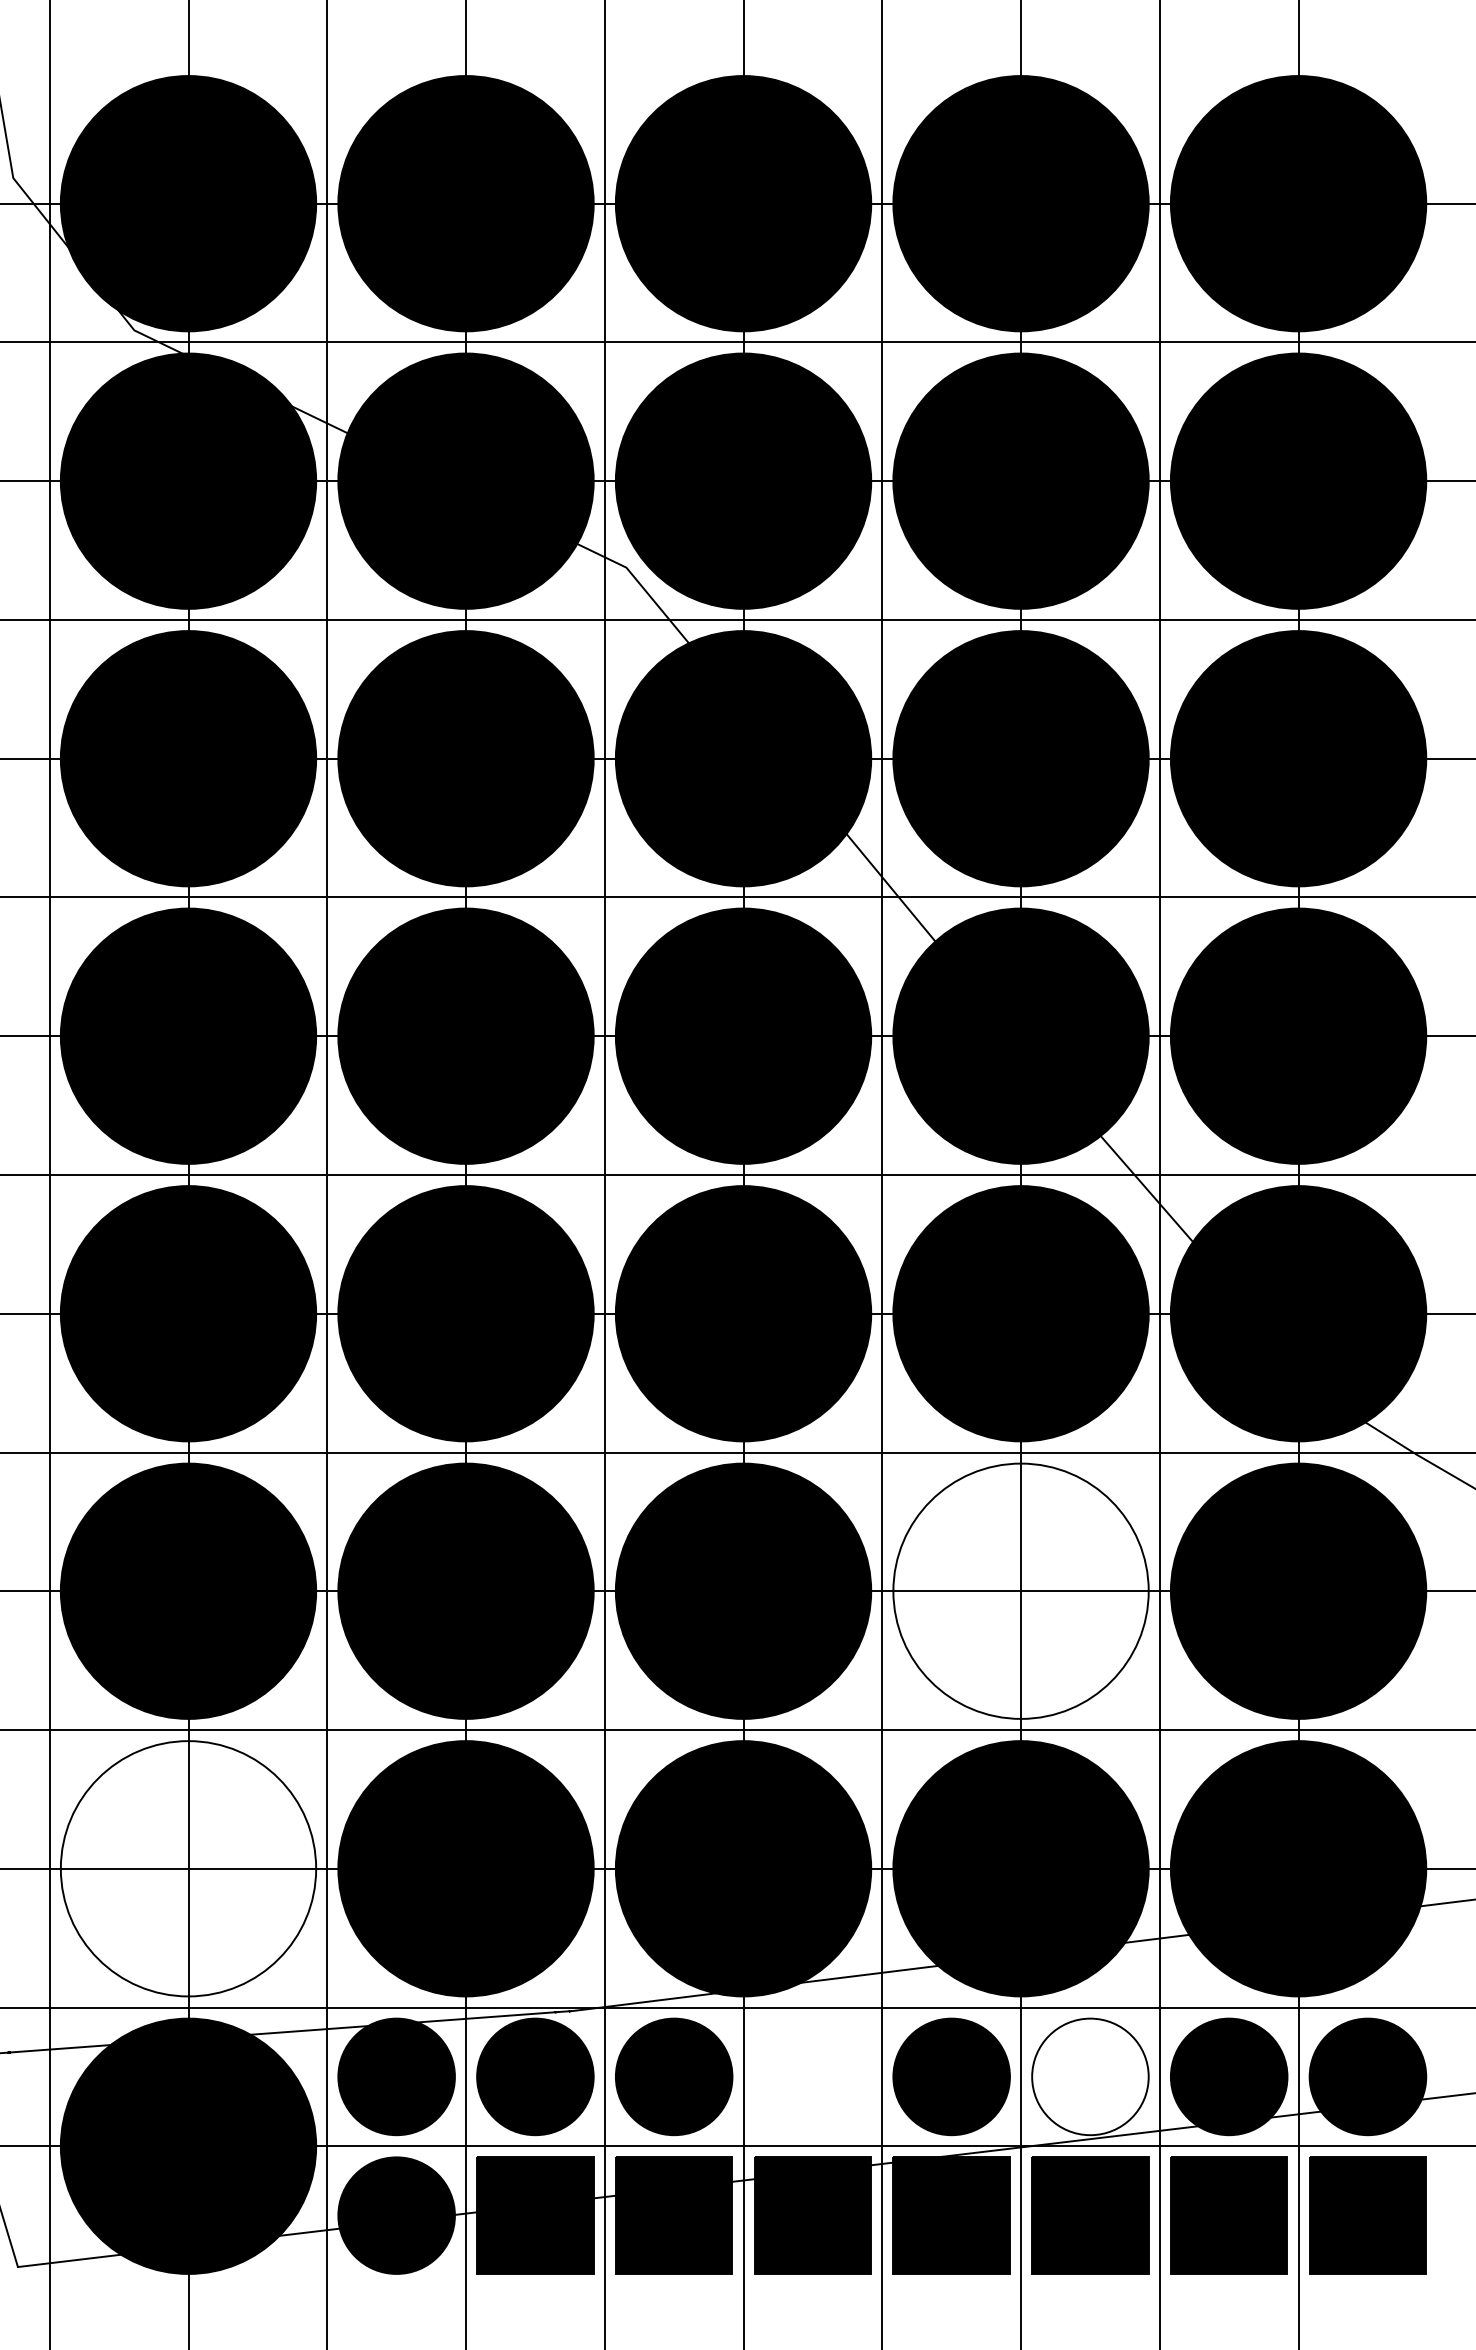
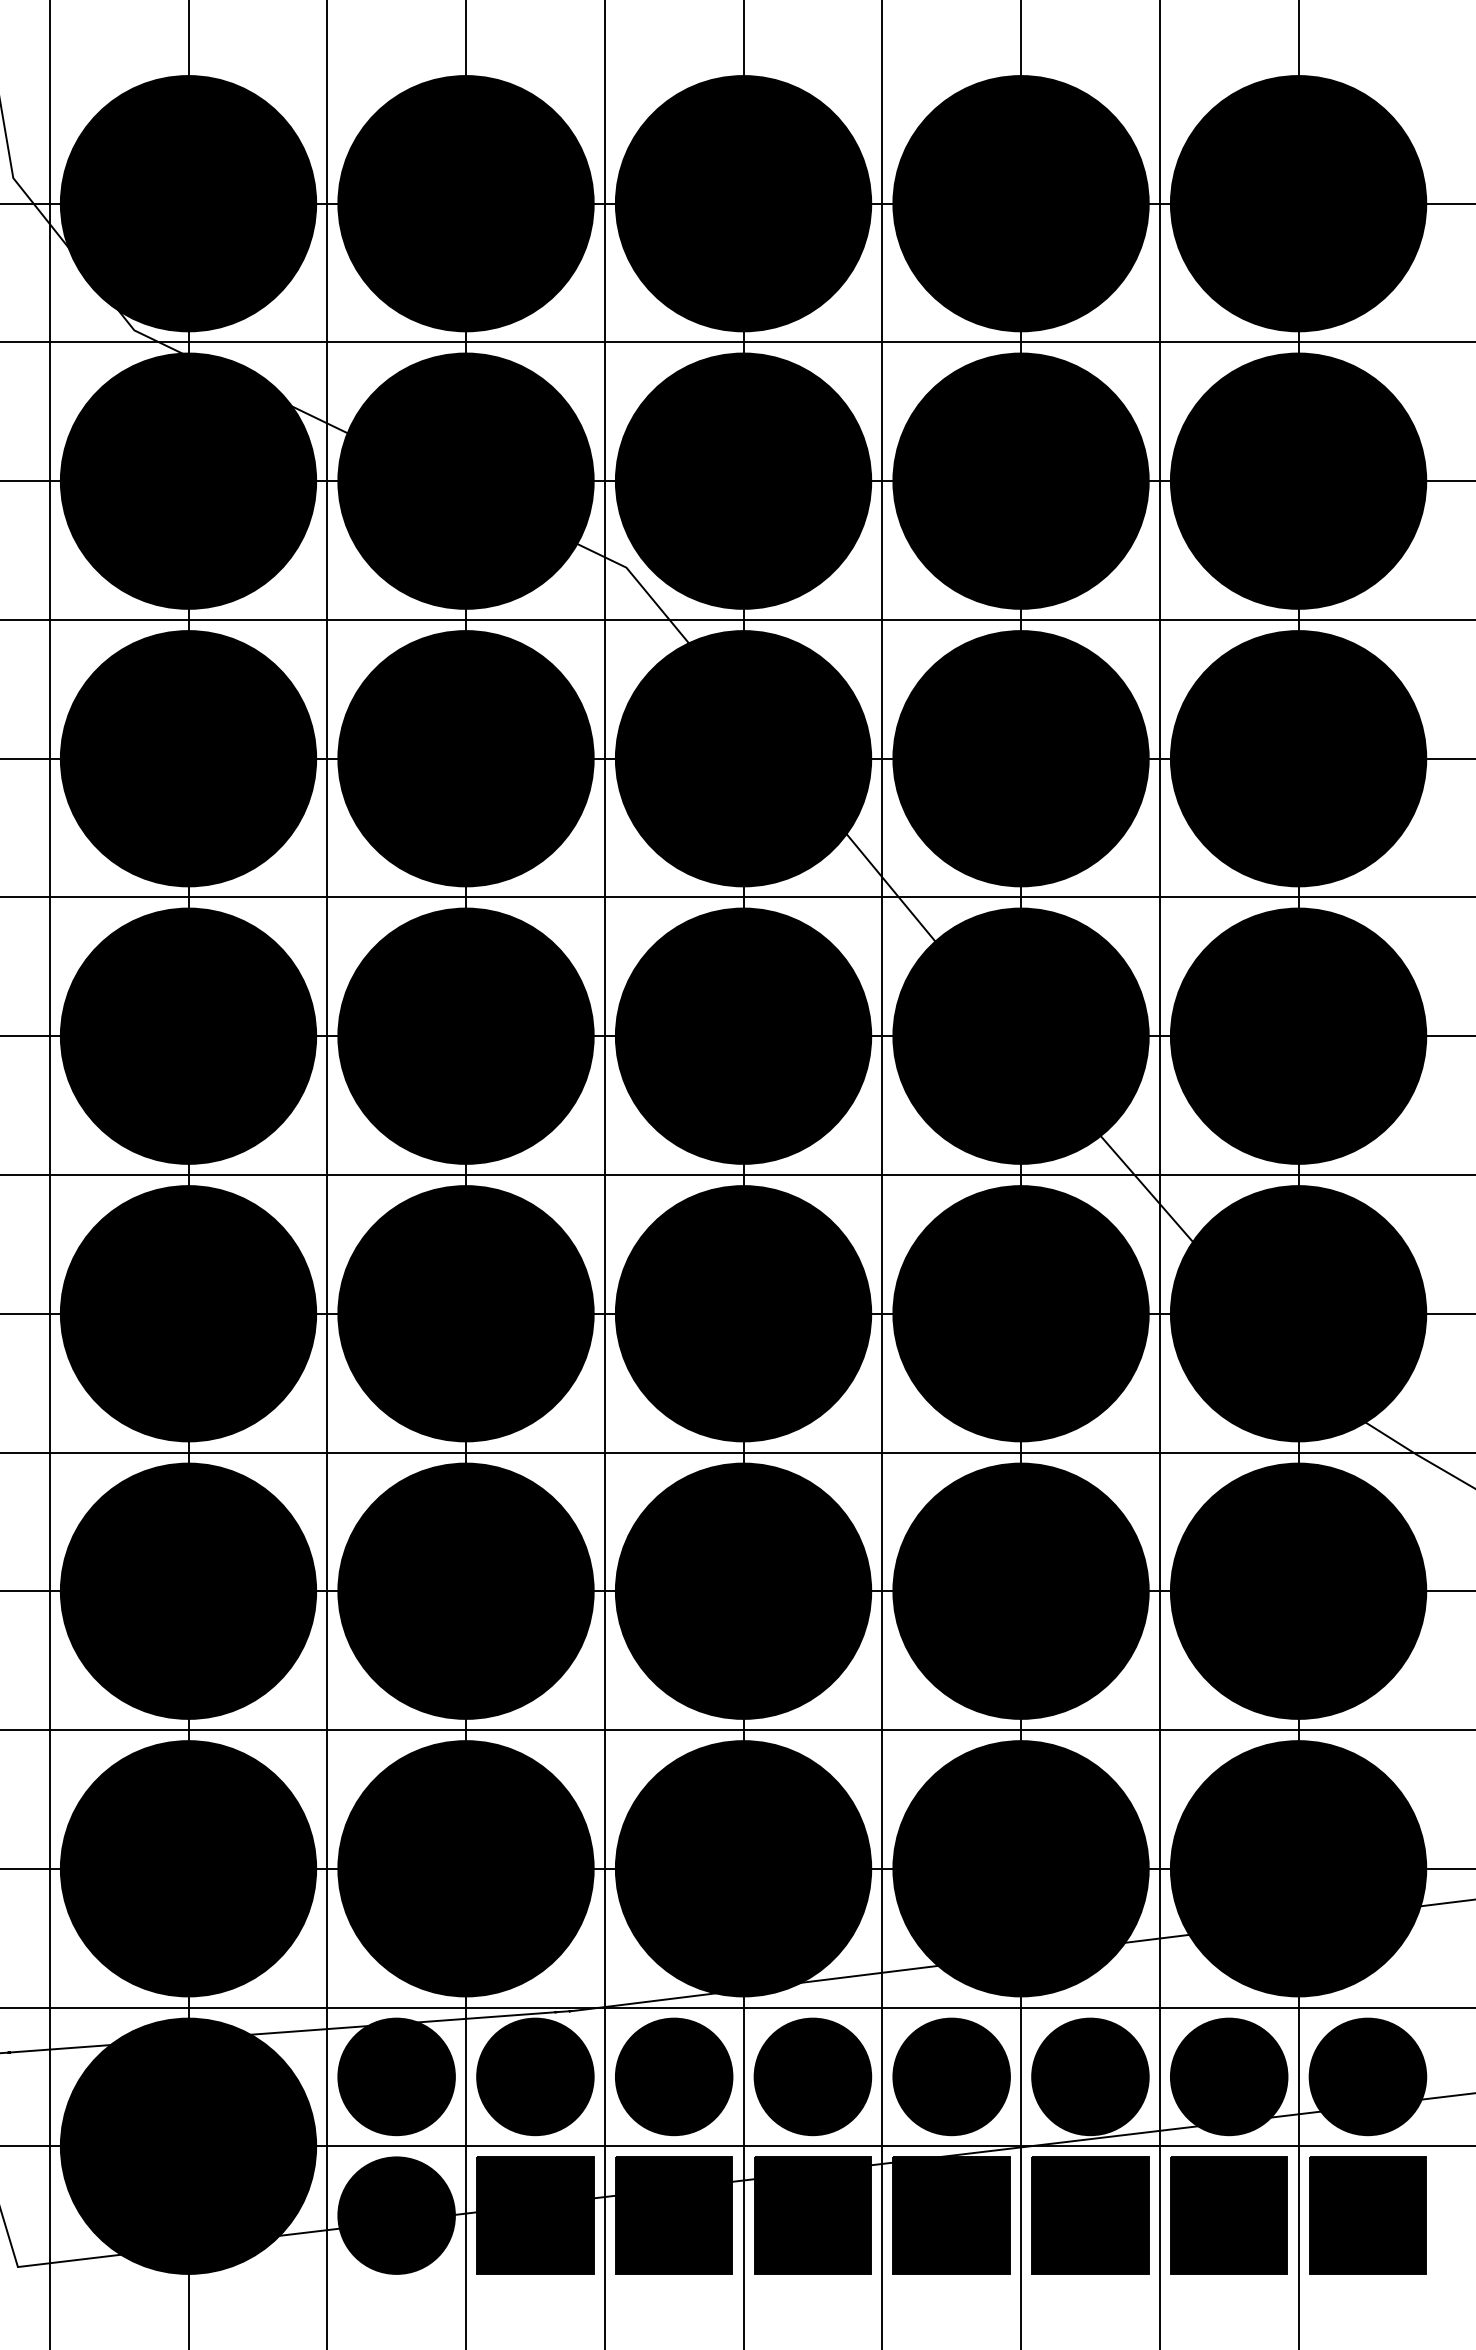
fill at (1020, 1590): none -> present
fill at (188, 1868): none -> present
part at (812, 2076): none -> present
fill at (1090, 2076): none -> present
